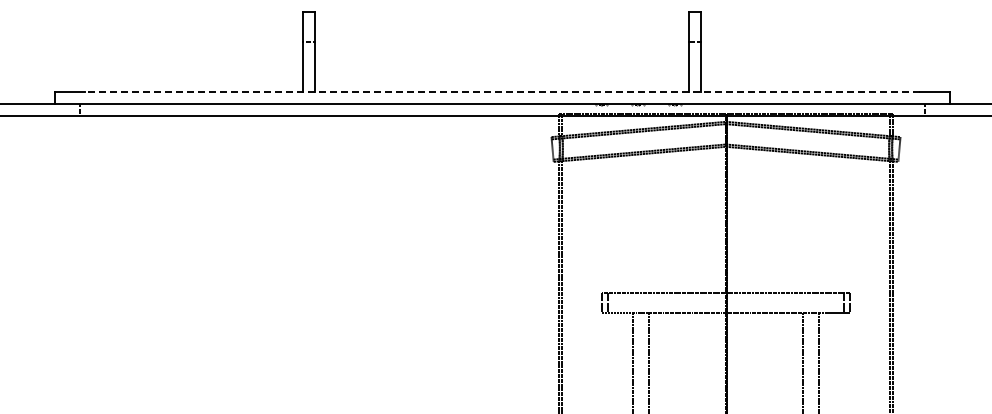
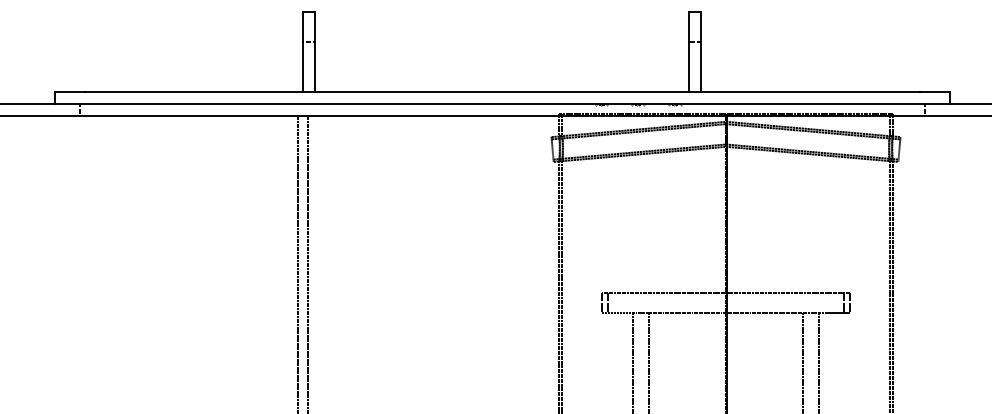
line at (502, 91): dashed -> solid
line at (298, 262): none -> present
line at (308, 262): none -> present
